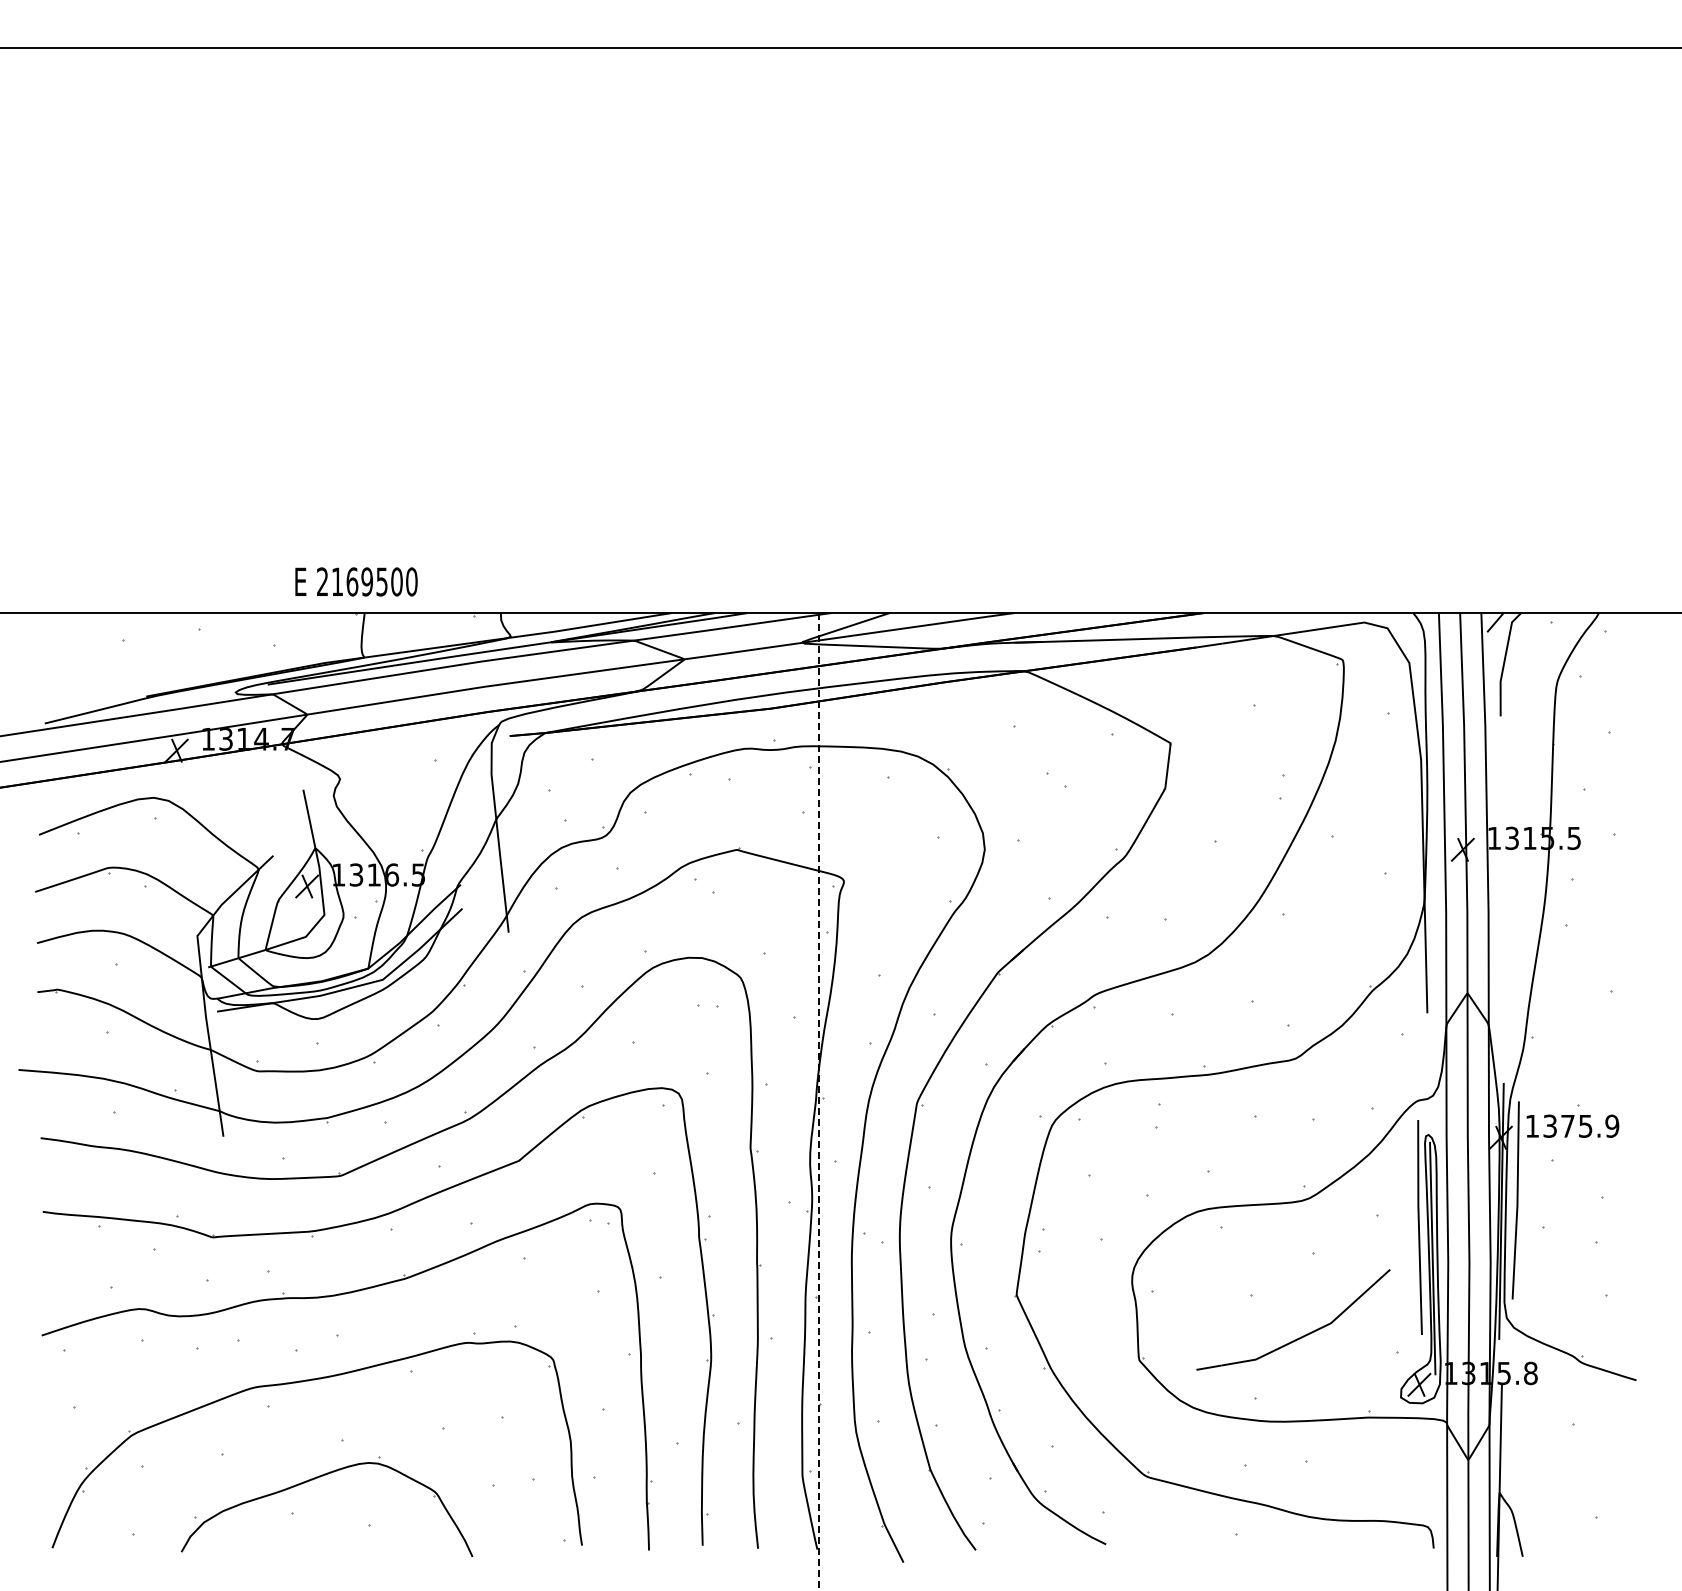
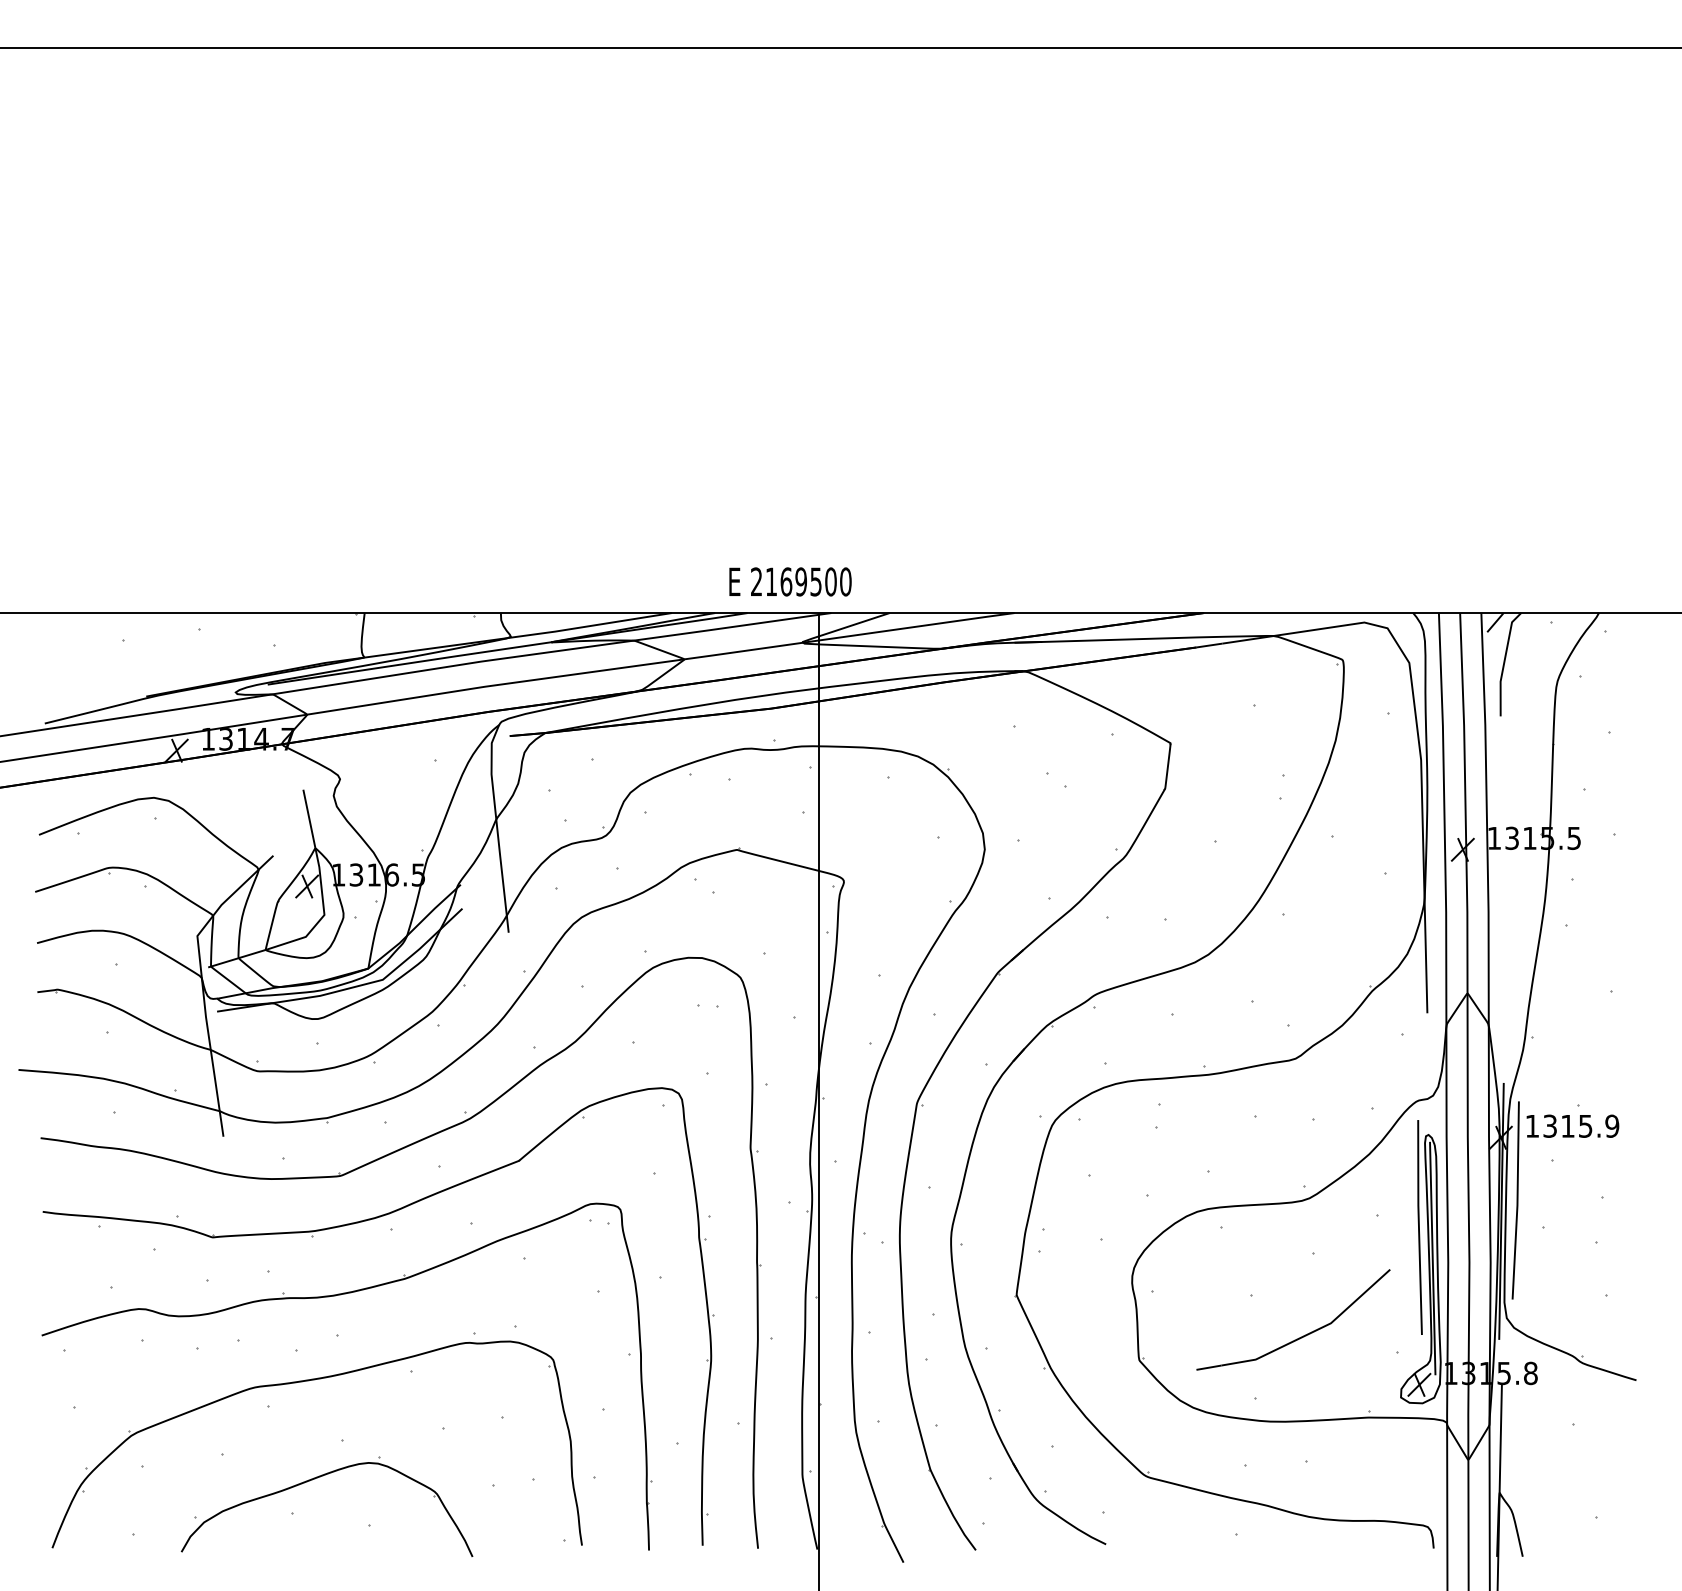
text at (356, 581) position: (356, 581) -> (790, 581)
line at (819, 1101): dashed -> solid
text at (1567, 1126): 1375.9 -> 1315.9
